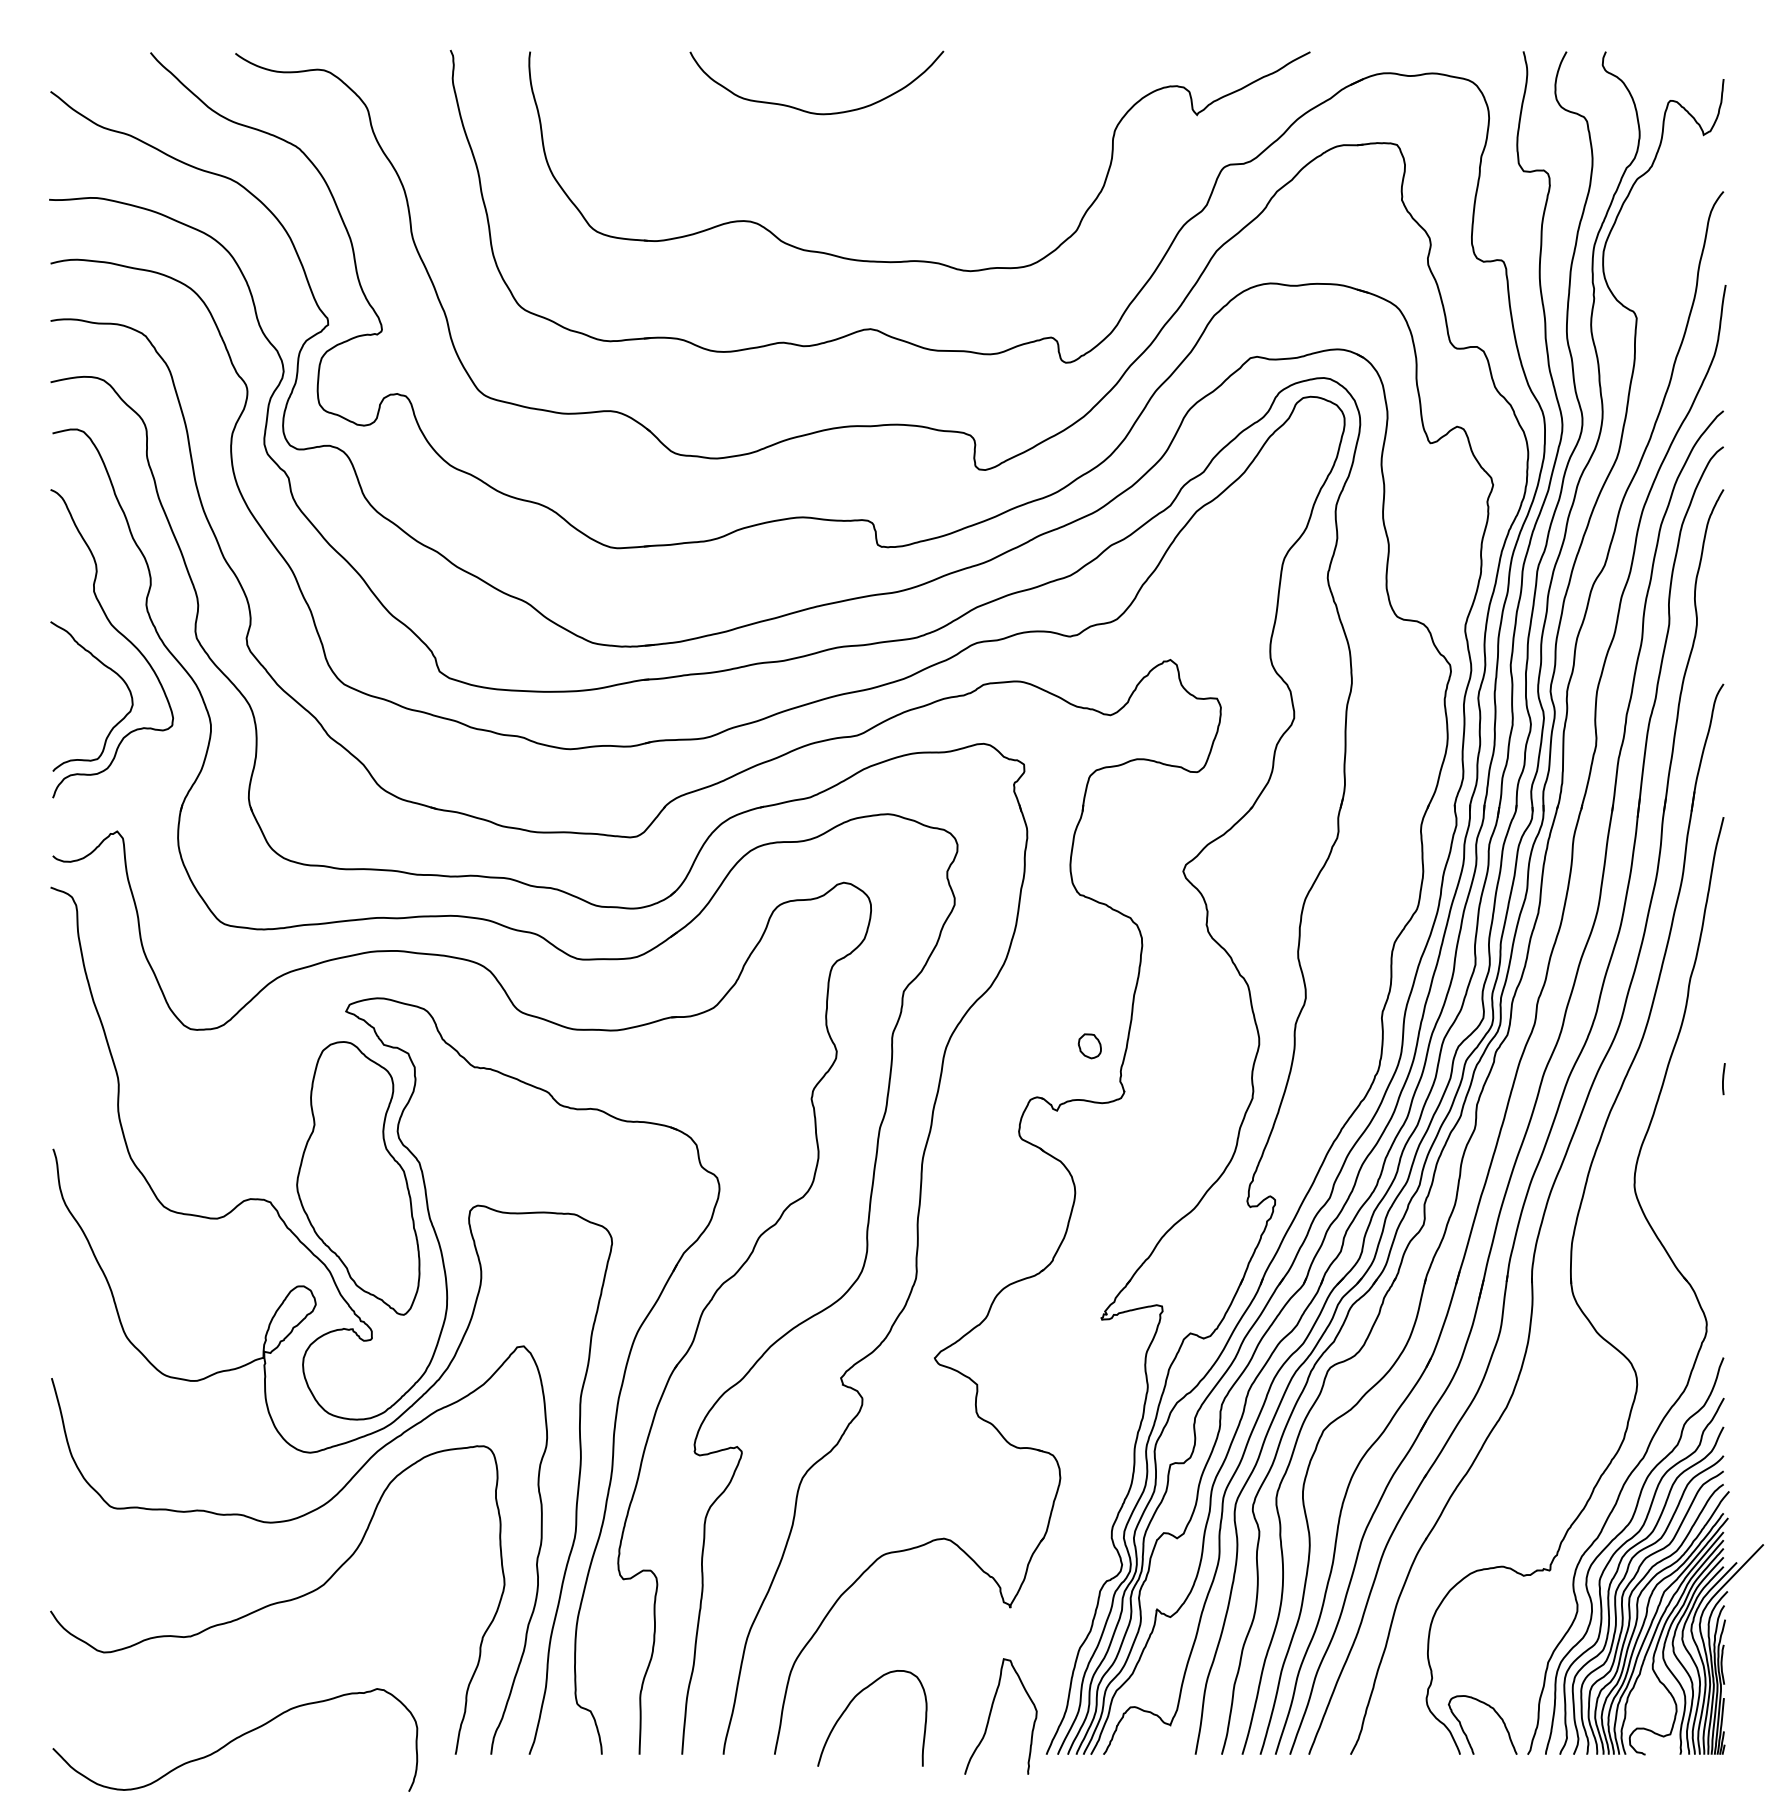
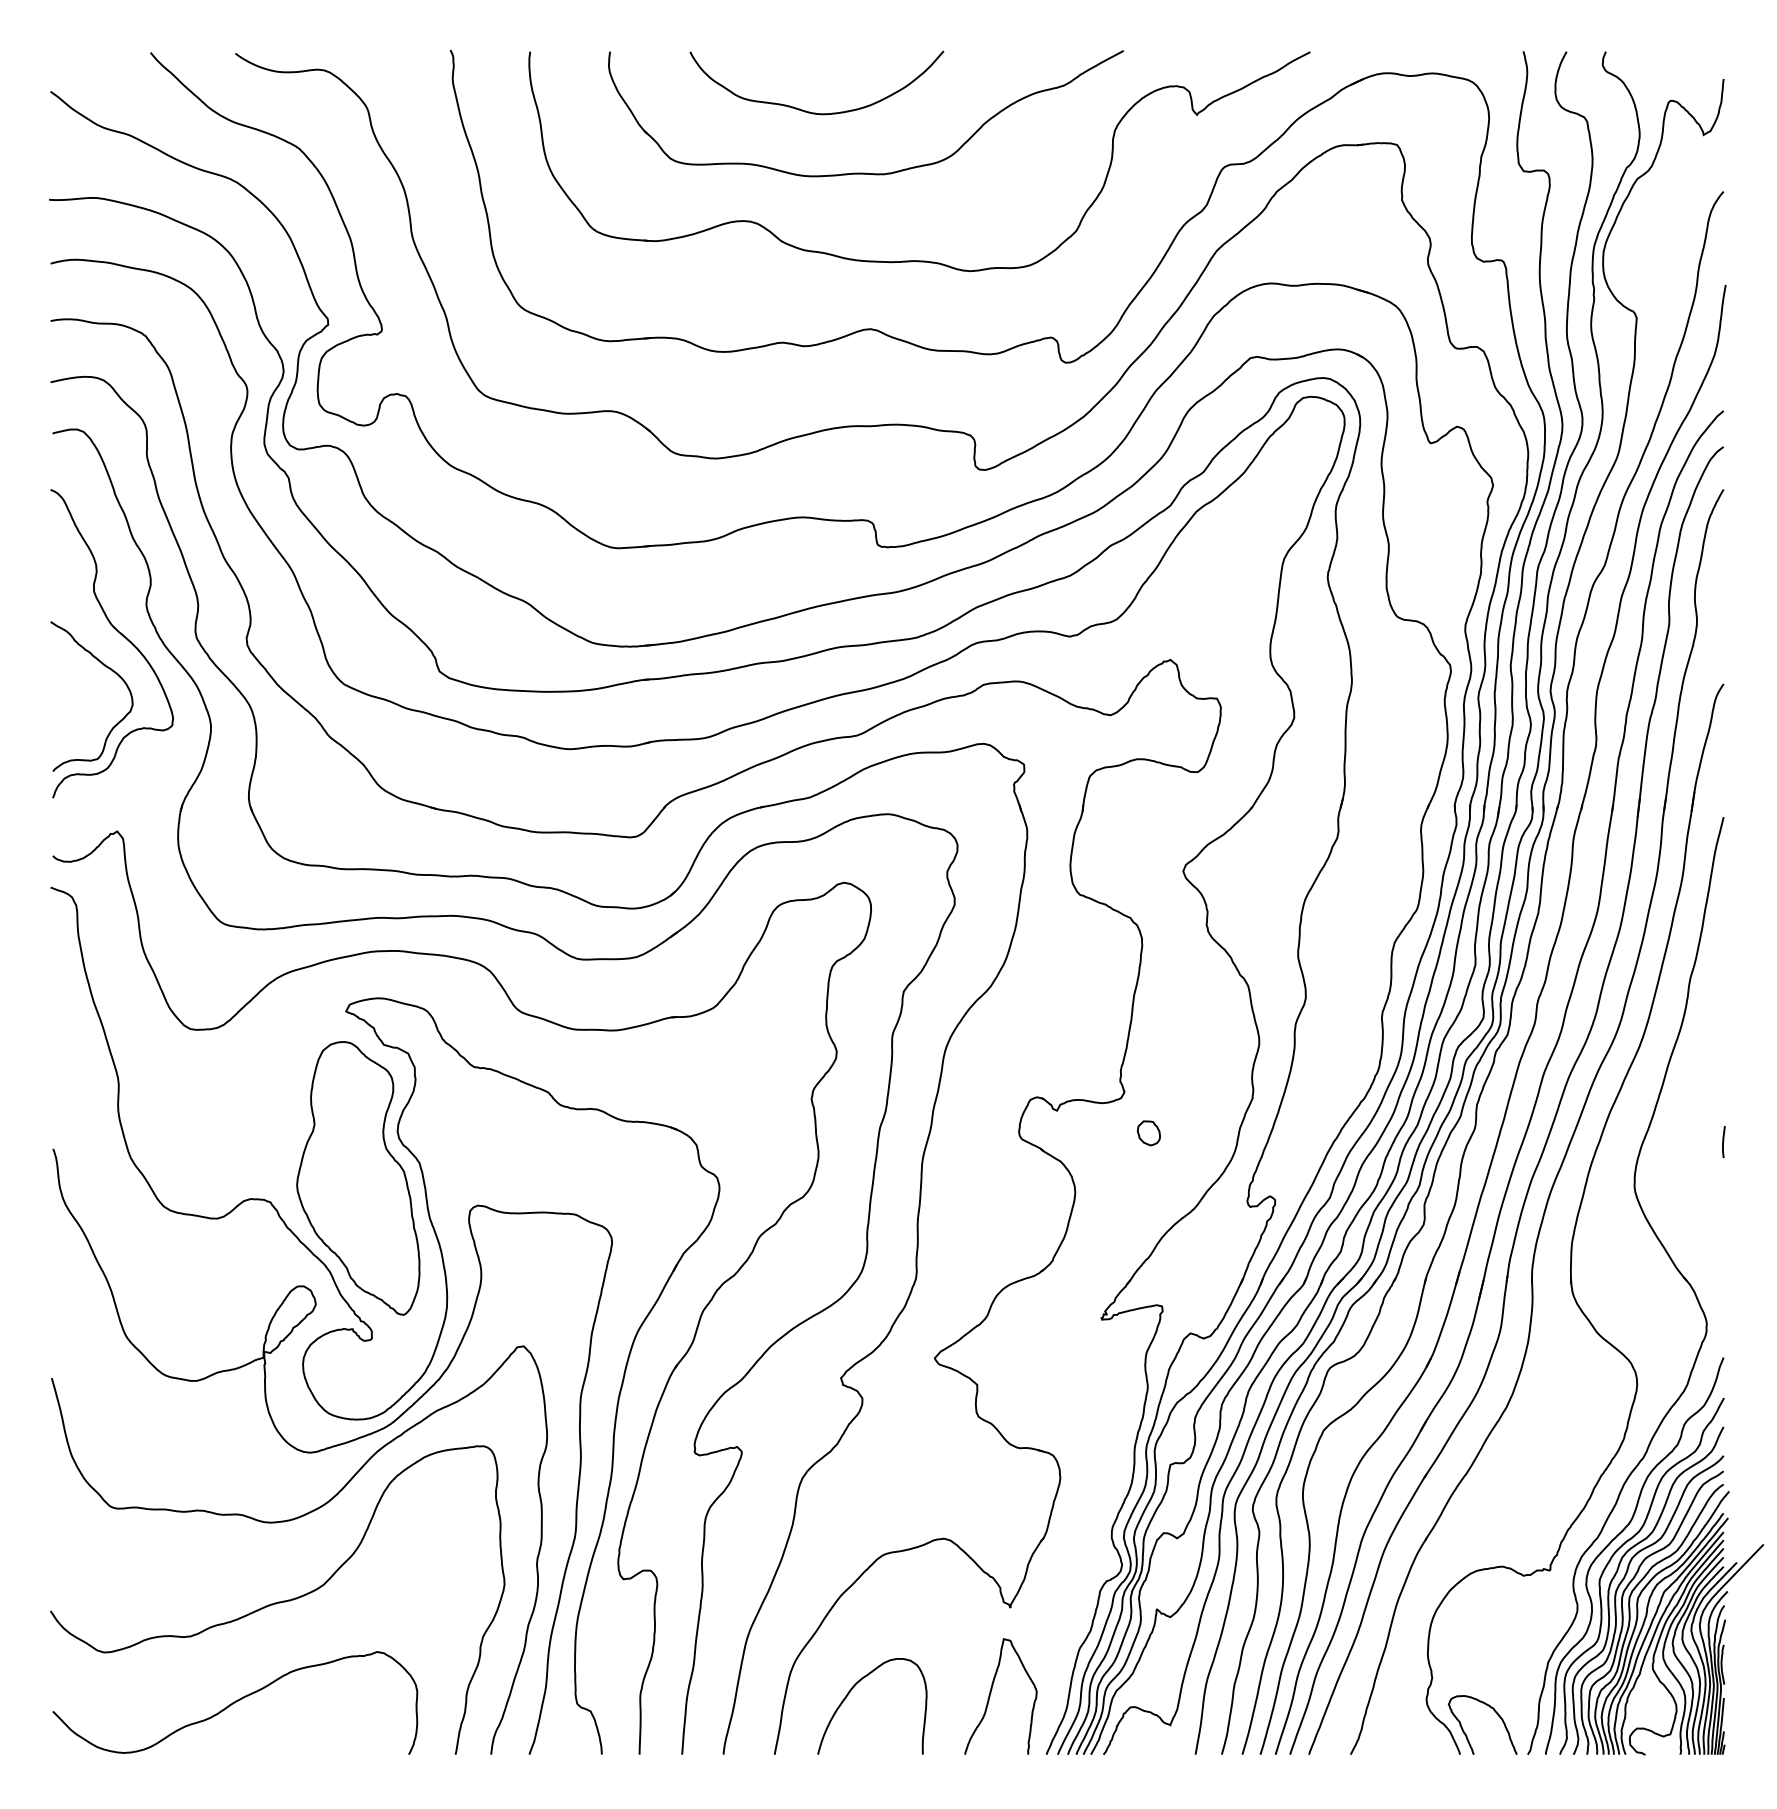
part at (865, 172): none -> present
part at (1089, 1046) position: (1089, 1046) -> (1148, 1133)
line at (1723, 1079) position: (1723, 1079) -> (1723, 1142)
curve at (850, 1704) position: (850, 1704) -> (850, 1692)
curve at (991, 1713) position: (991, 1713) -> (991, 1693)
curve at (235, 1739) position: (235, 1739) -> (235, 1702)
